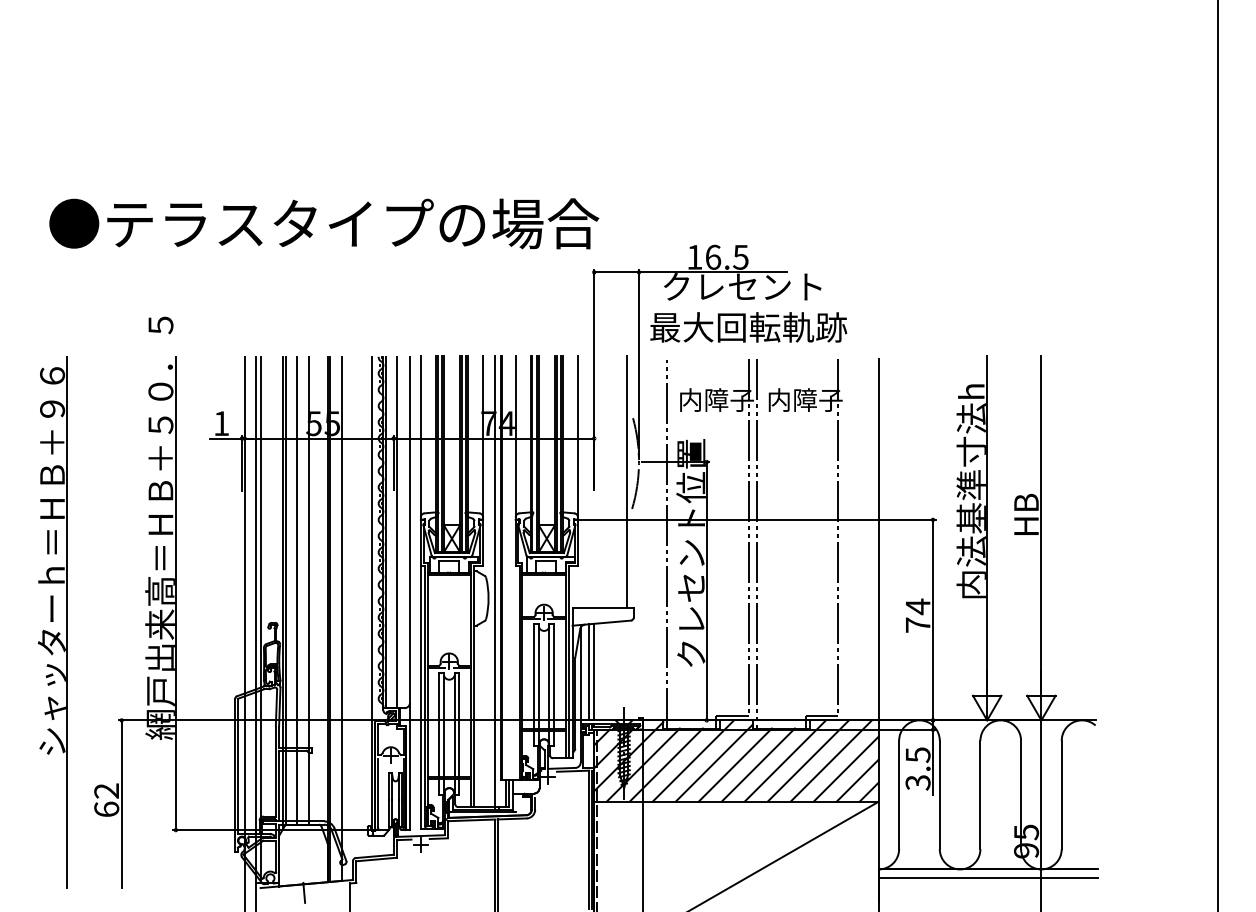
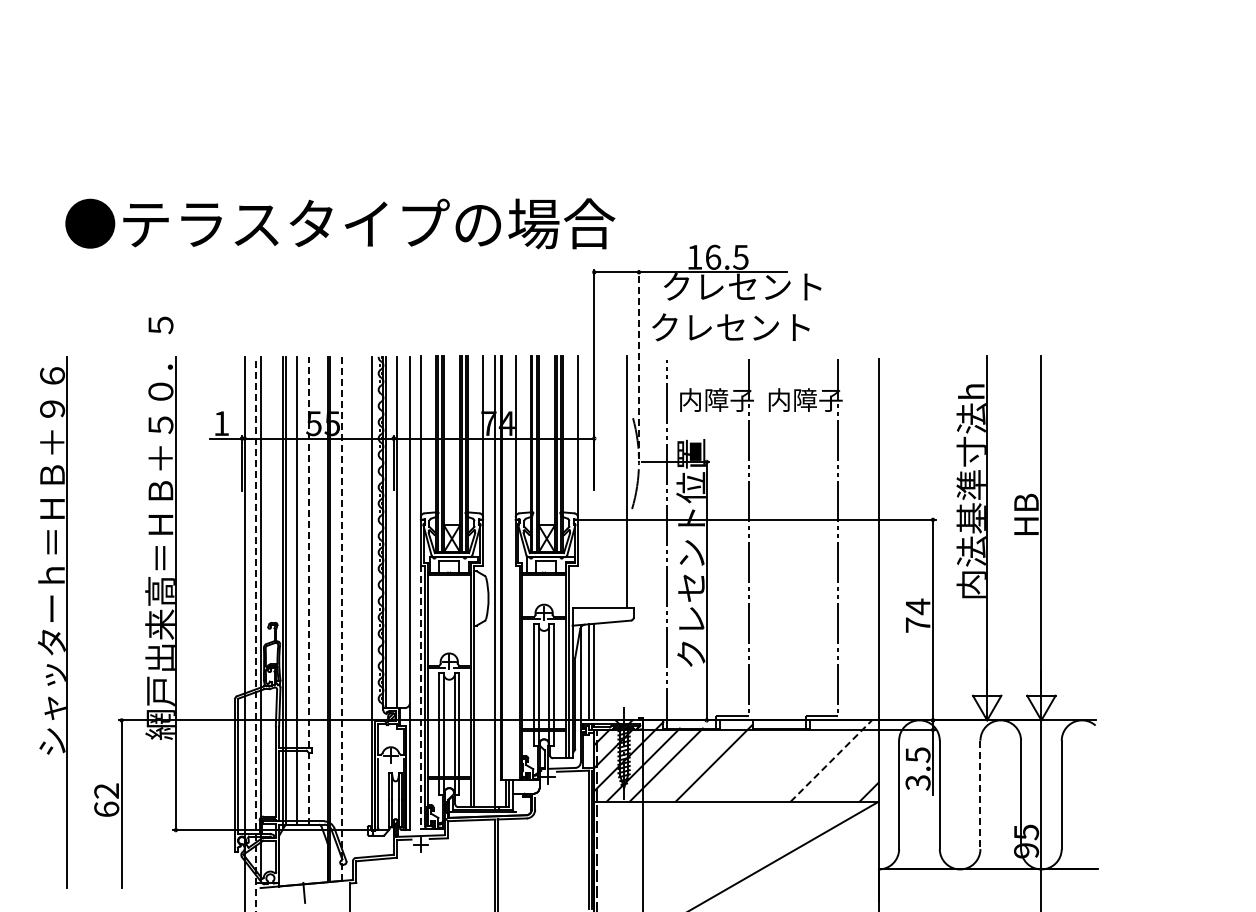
text at (324, 223) position: (324, 223) -> (340, 223)
text at (748, 327): 最大回転軌跡 -> クレセント
line at (638, 364): solid -> dashed
line at (1218, 455): present -> none
line at (756, 543): present -> none
line at (308, 590): solid -> dashed
line at (342, 618): solid -> dashed
line at (255, 633): solid -> dashed
line at (420, 697): solid -> dashed
line at (693, 760): present -> none
line at (785, 760): present -> none
line at (808, 760): present -> none
line at (831, 760): solid -> dashed
line at (734, 764): present -> none
line at (757, 764): present -> none
line at (845, 768): present -> none
line at (857, 780): present -> none
line at (980, 795): solid -> dashed
line at (988, 877): present -> none
